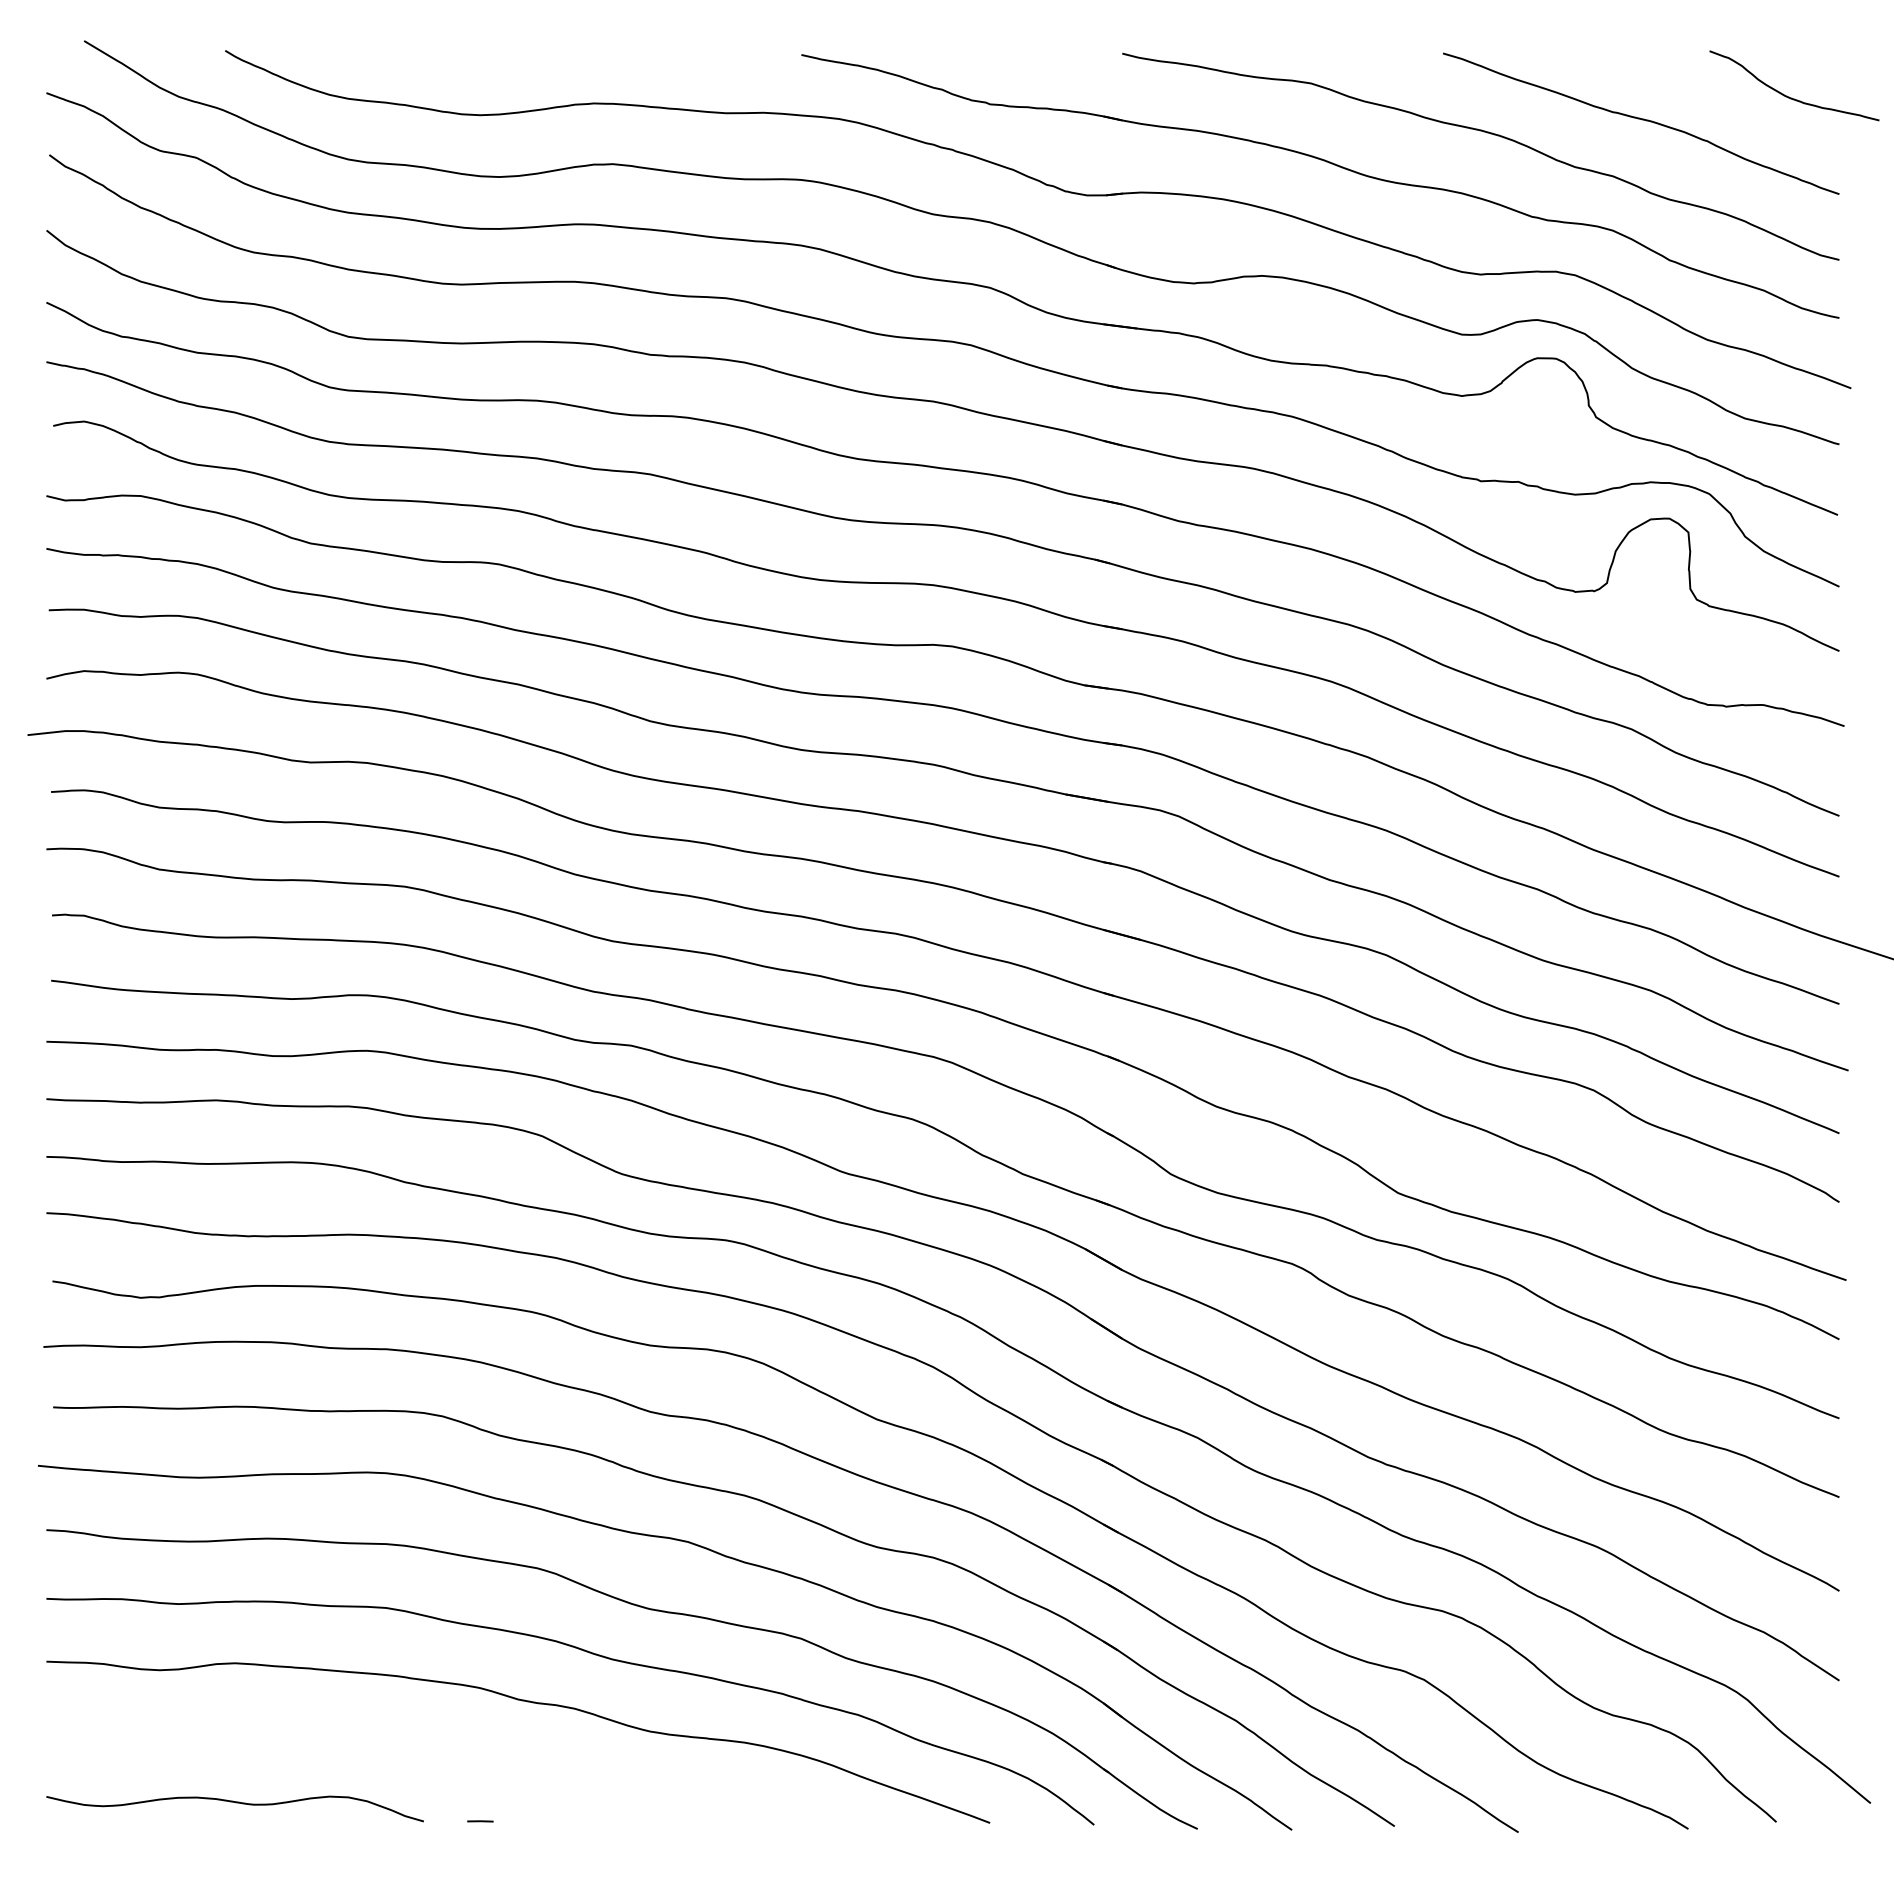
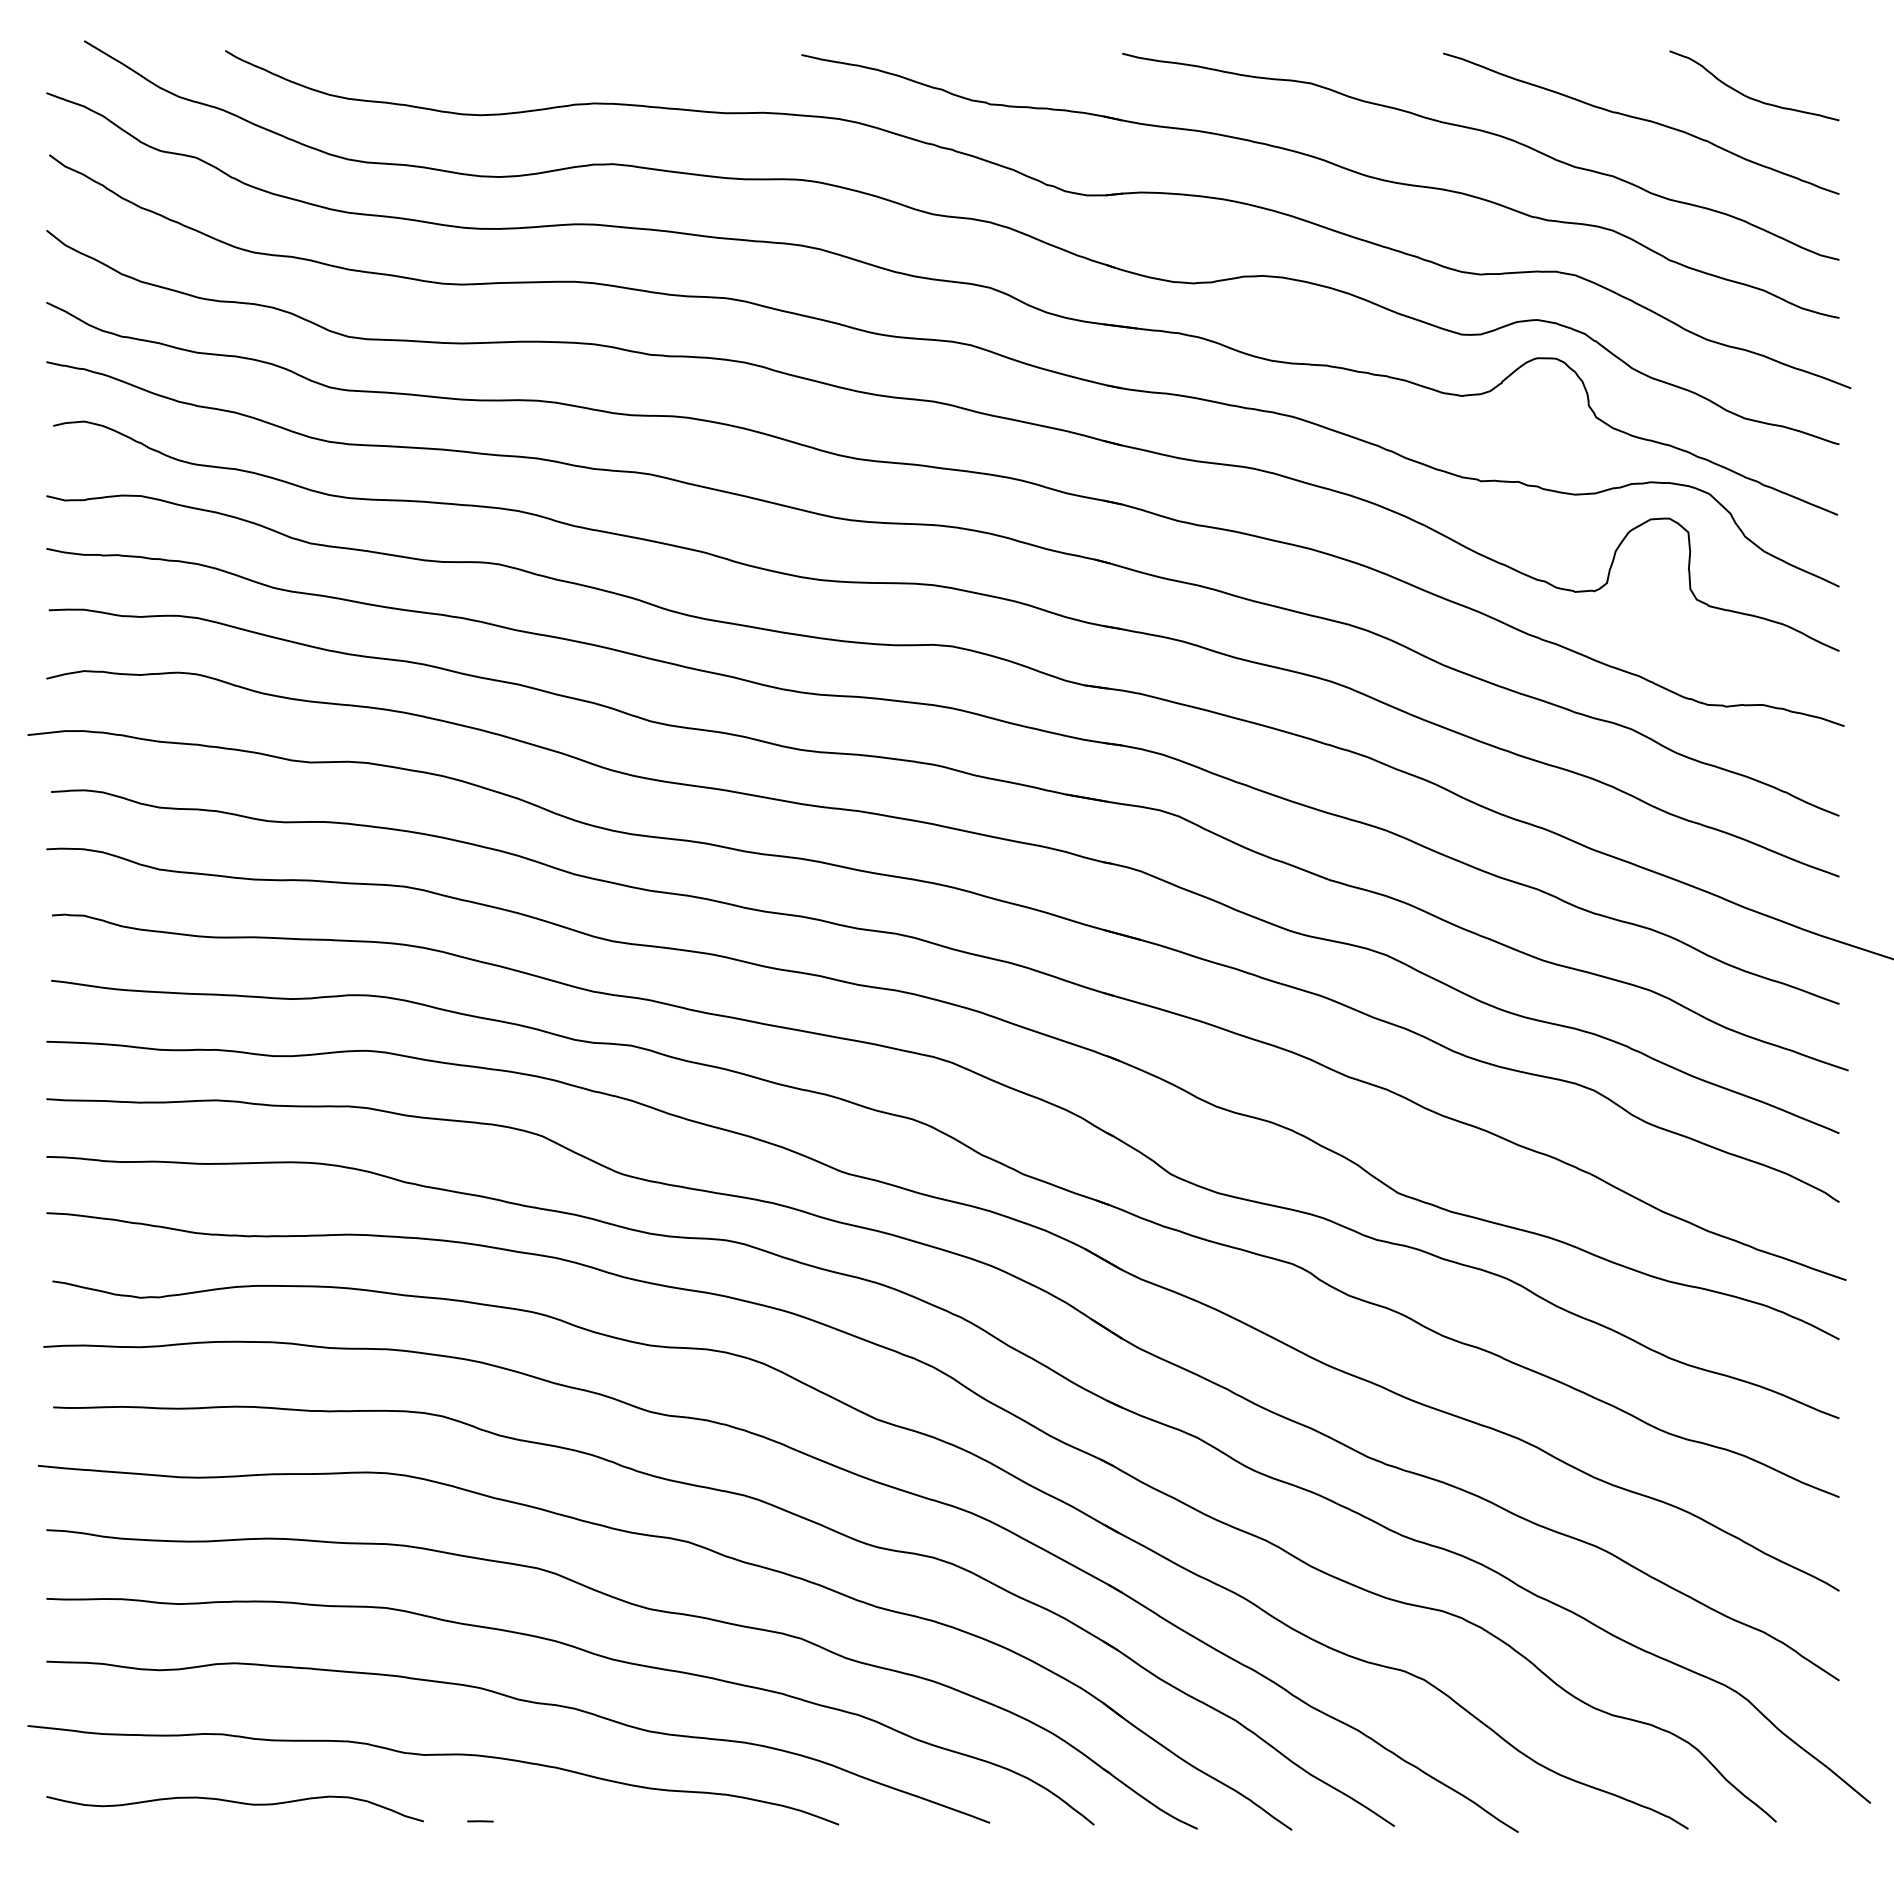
curve at (1789, 96) position: (1789, 96) -> (1749, 96)
curve at (433, 1755): none -> present
